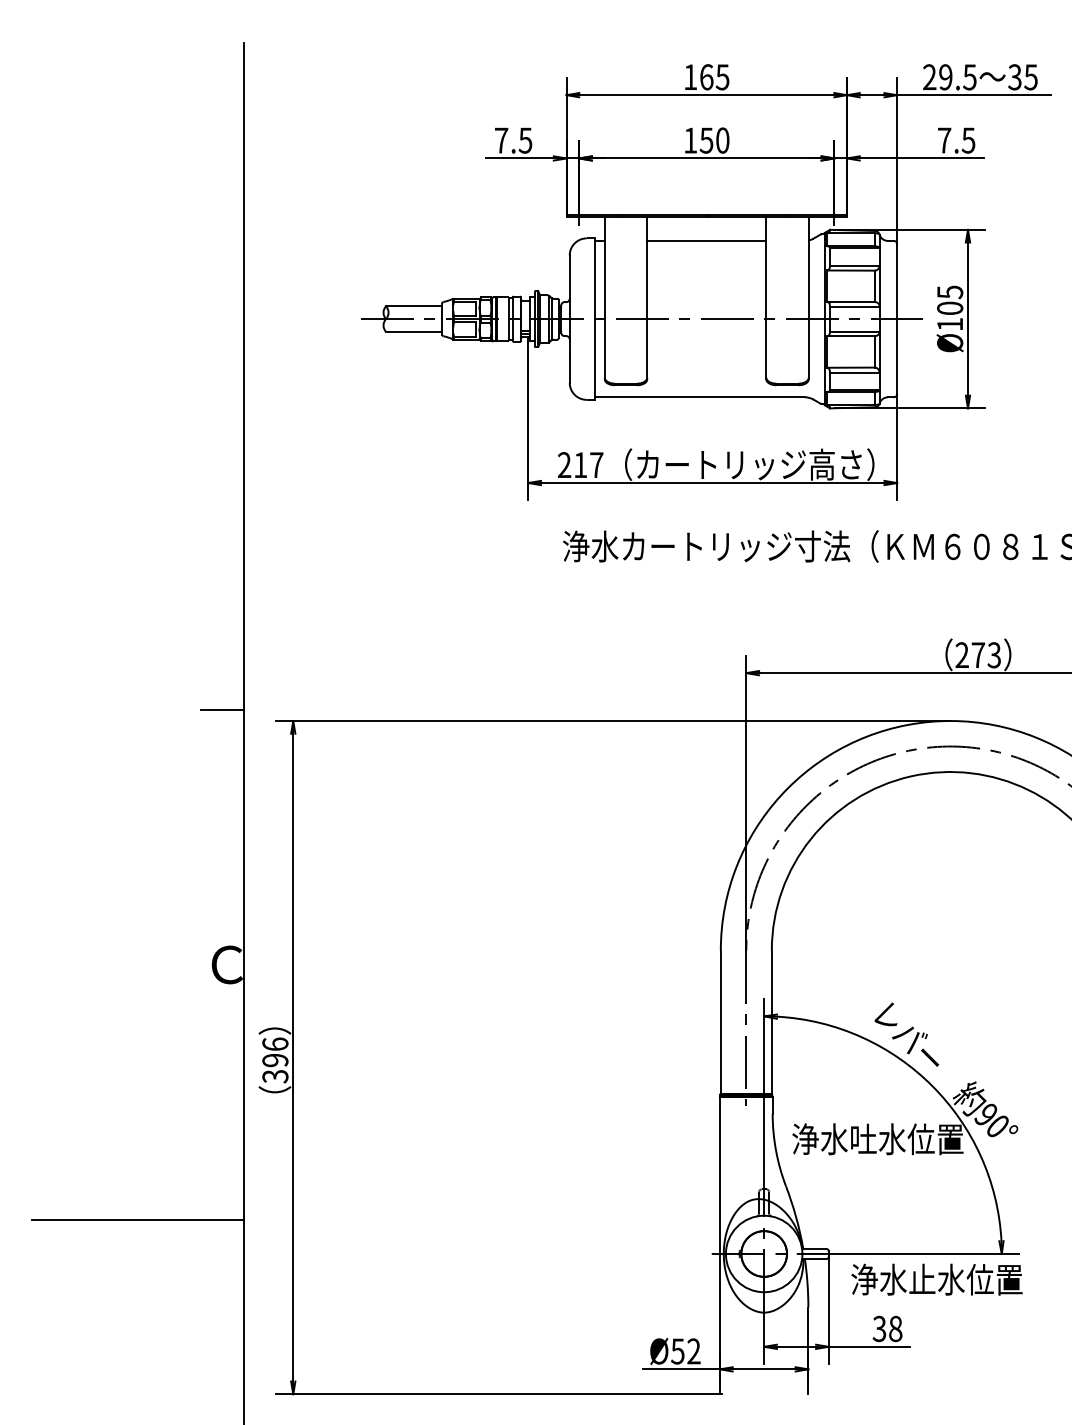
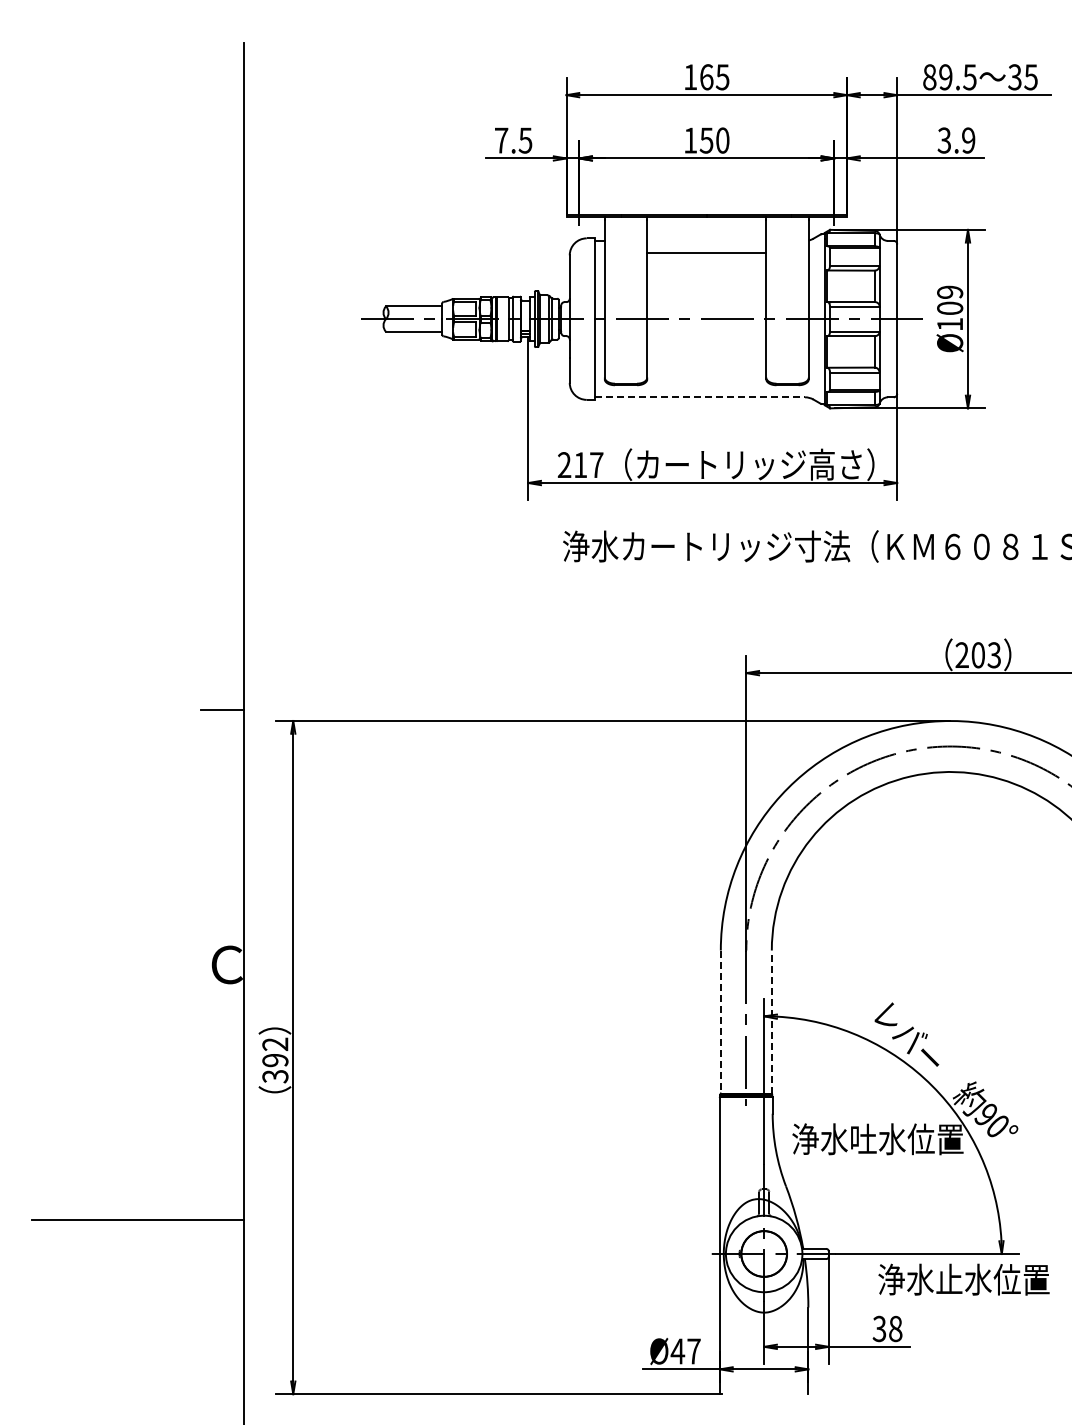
text at (929, 77): 29.5 -> 89.5
text at (956, 140): 7.5 -> 3.9
line at (706, 240) position: (706, 240) -> (706, 252)
text at (950, 292): Ø105 -> Ø109
line at (700, 397): solid -> dashed
text at (978, 655): 273 -> 203
line at (771, 1021): solid -> dashed
line at (720, 1022): solid -> dashed
text at (275, 1044): 396 -> 392
text at (936, 1279) position: (936, 1279) -> (963, 1279)
text at (685, 1351): Ø52 -> Ø47
